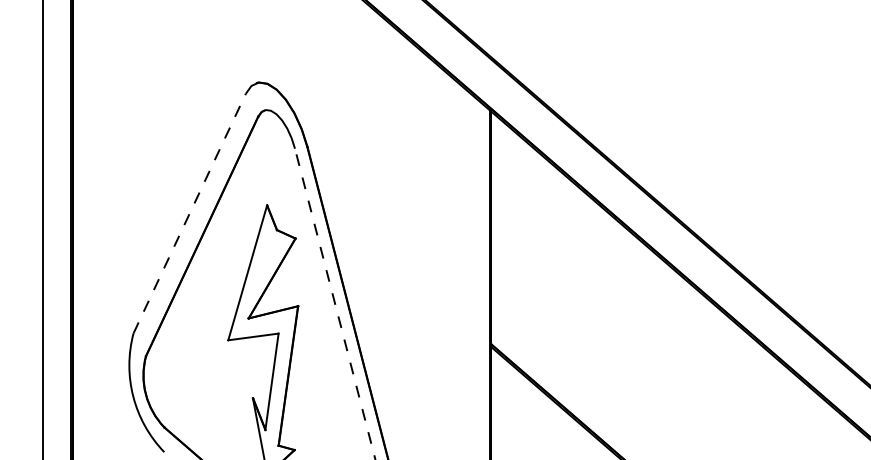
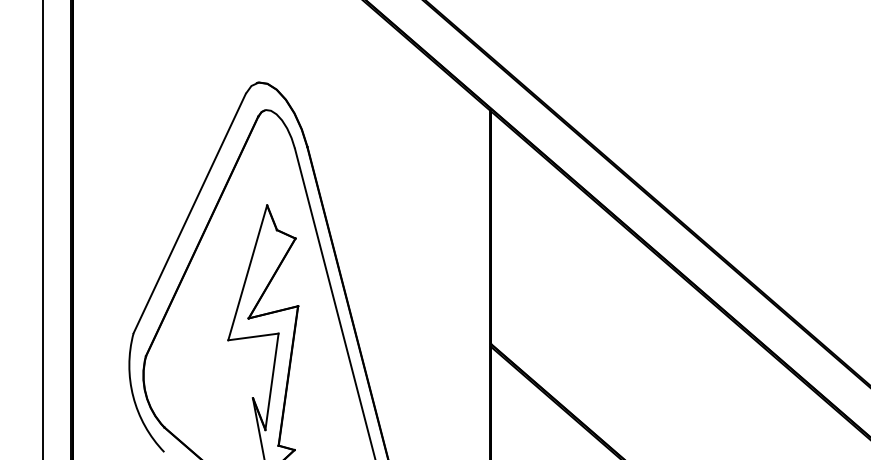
line at (189, 213): dashed -> solid
line at (335, 304): dashed -> solid
